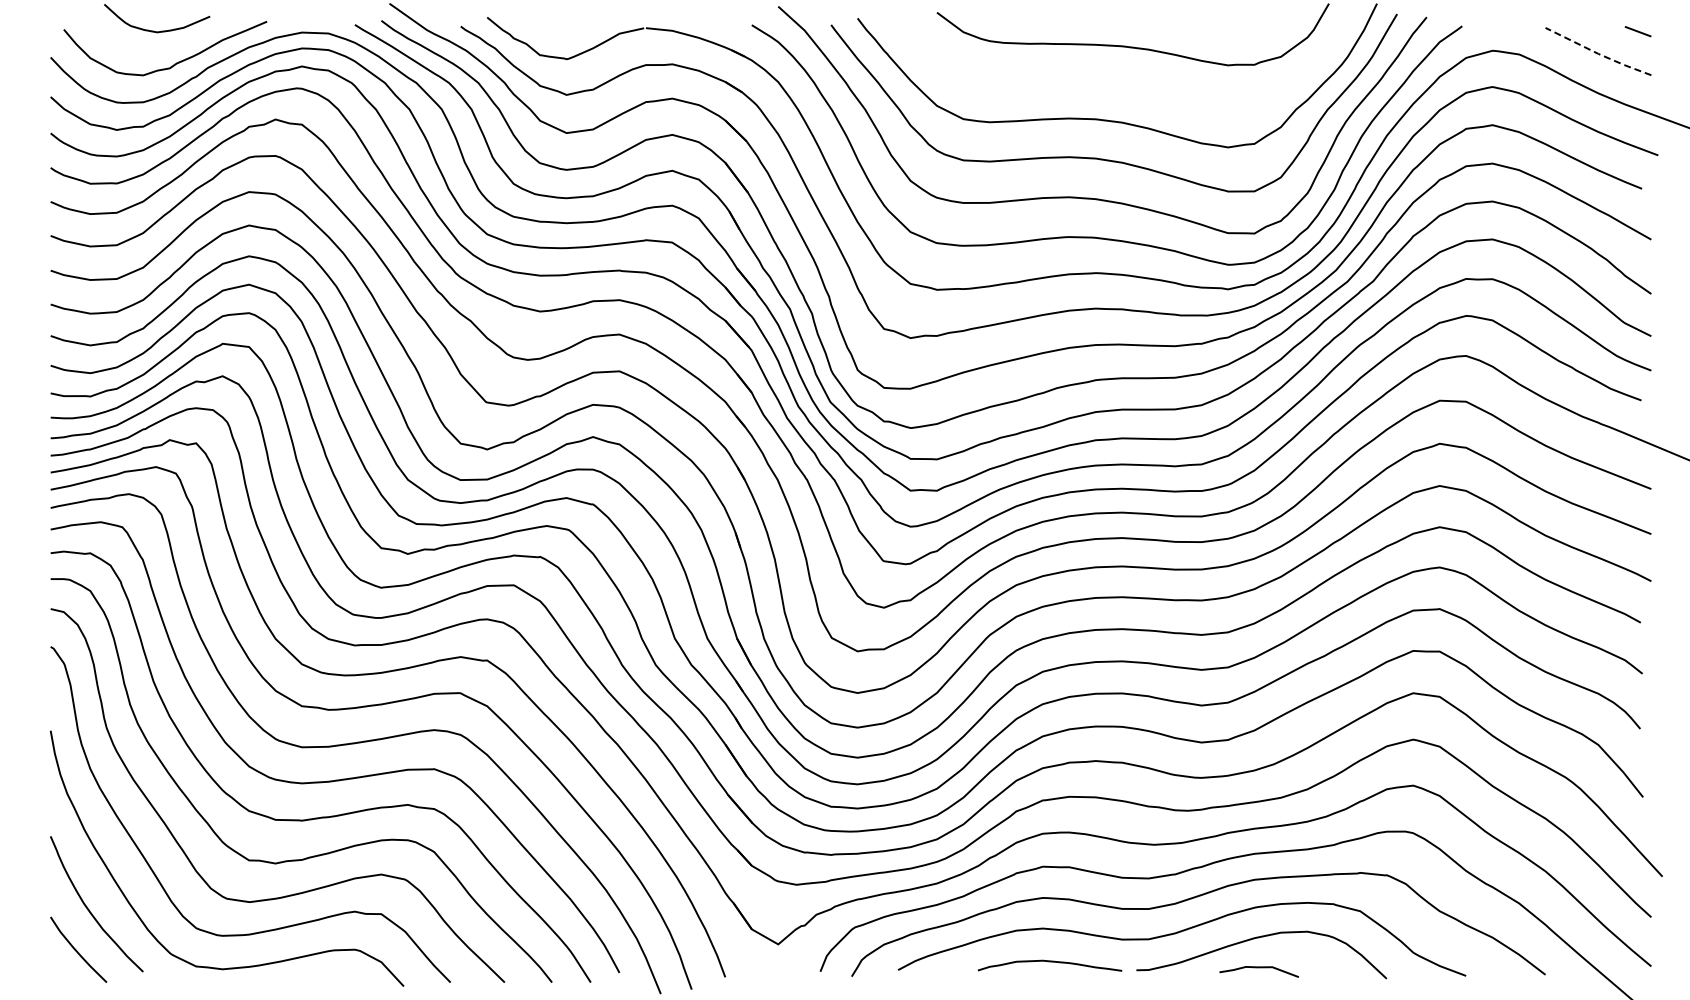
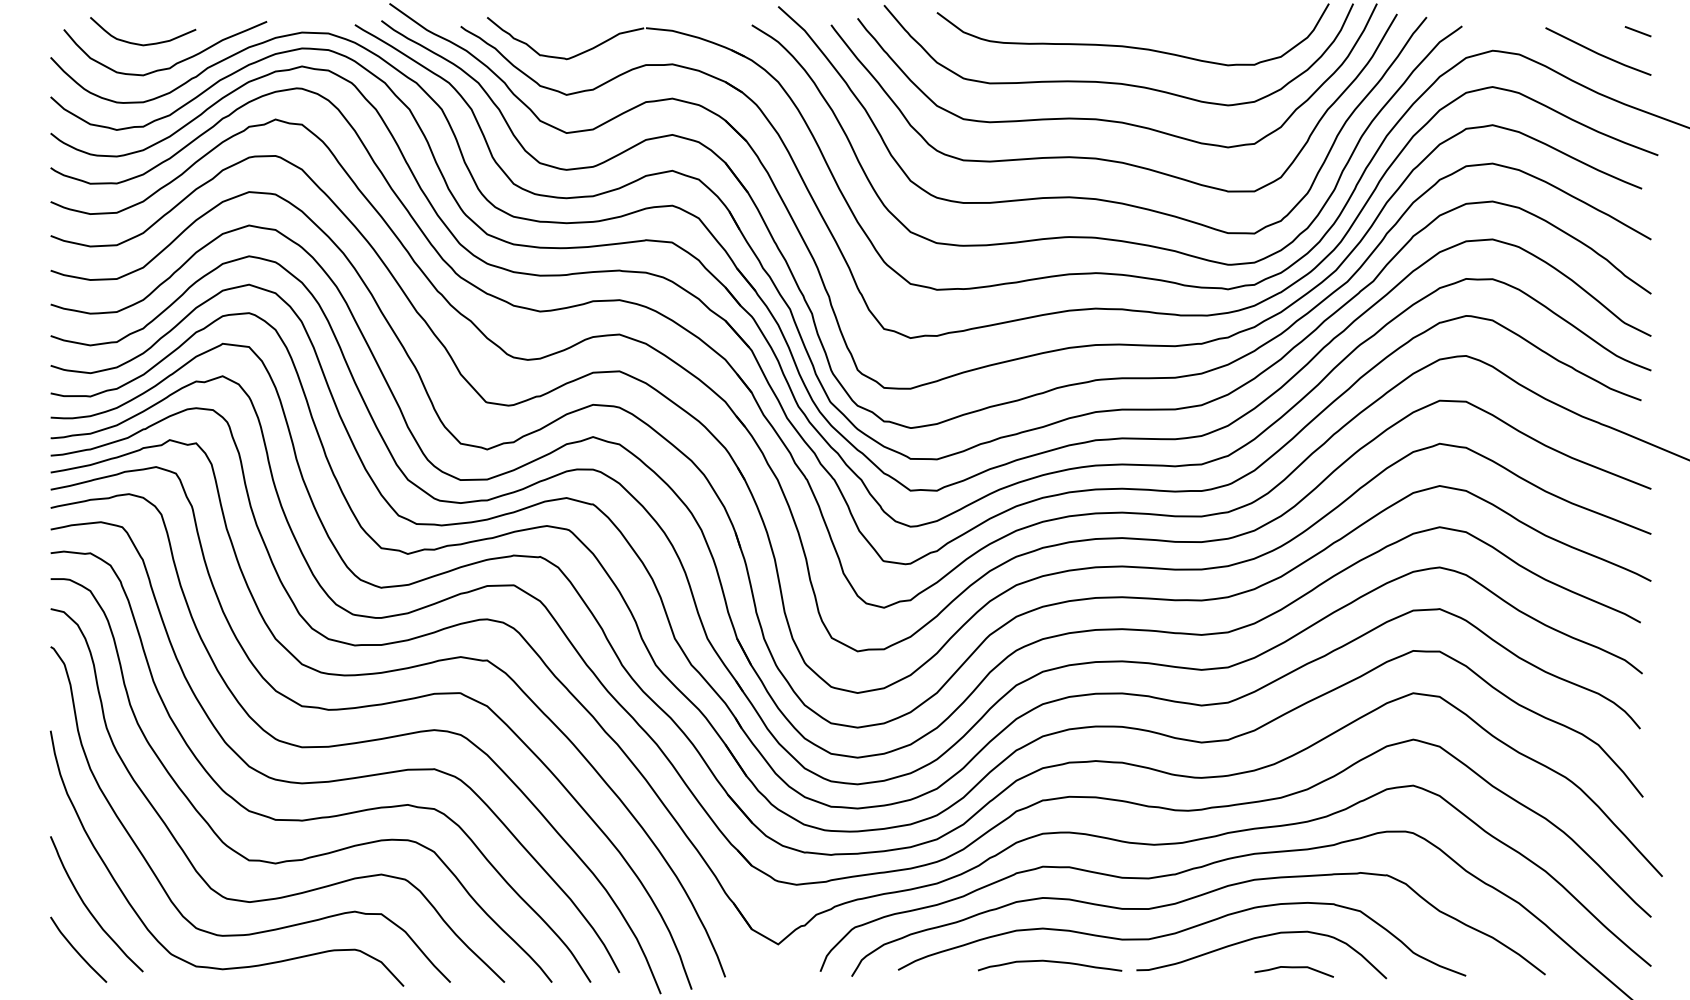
curve at (153, 30) position: (153, 30) -> (139, 43)
line at (1598, 53): dashed -> solid
curve at (1118, 82): none -> present
curve at (1258, 968) position: (1258, 968) -> (1293, 968)
